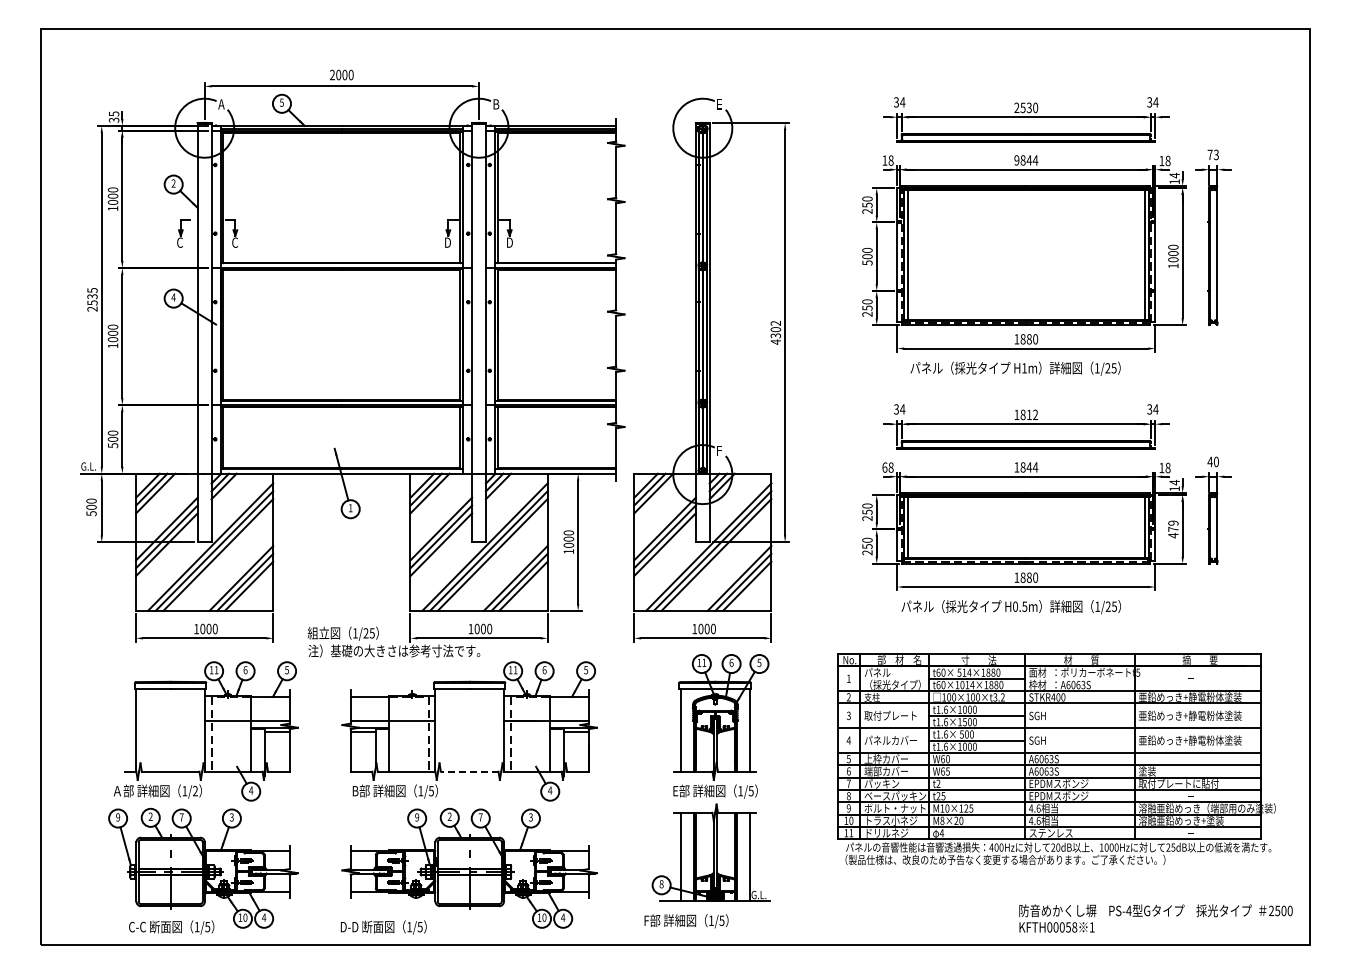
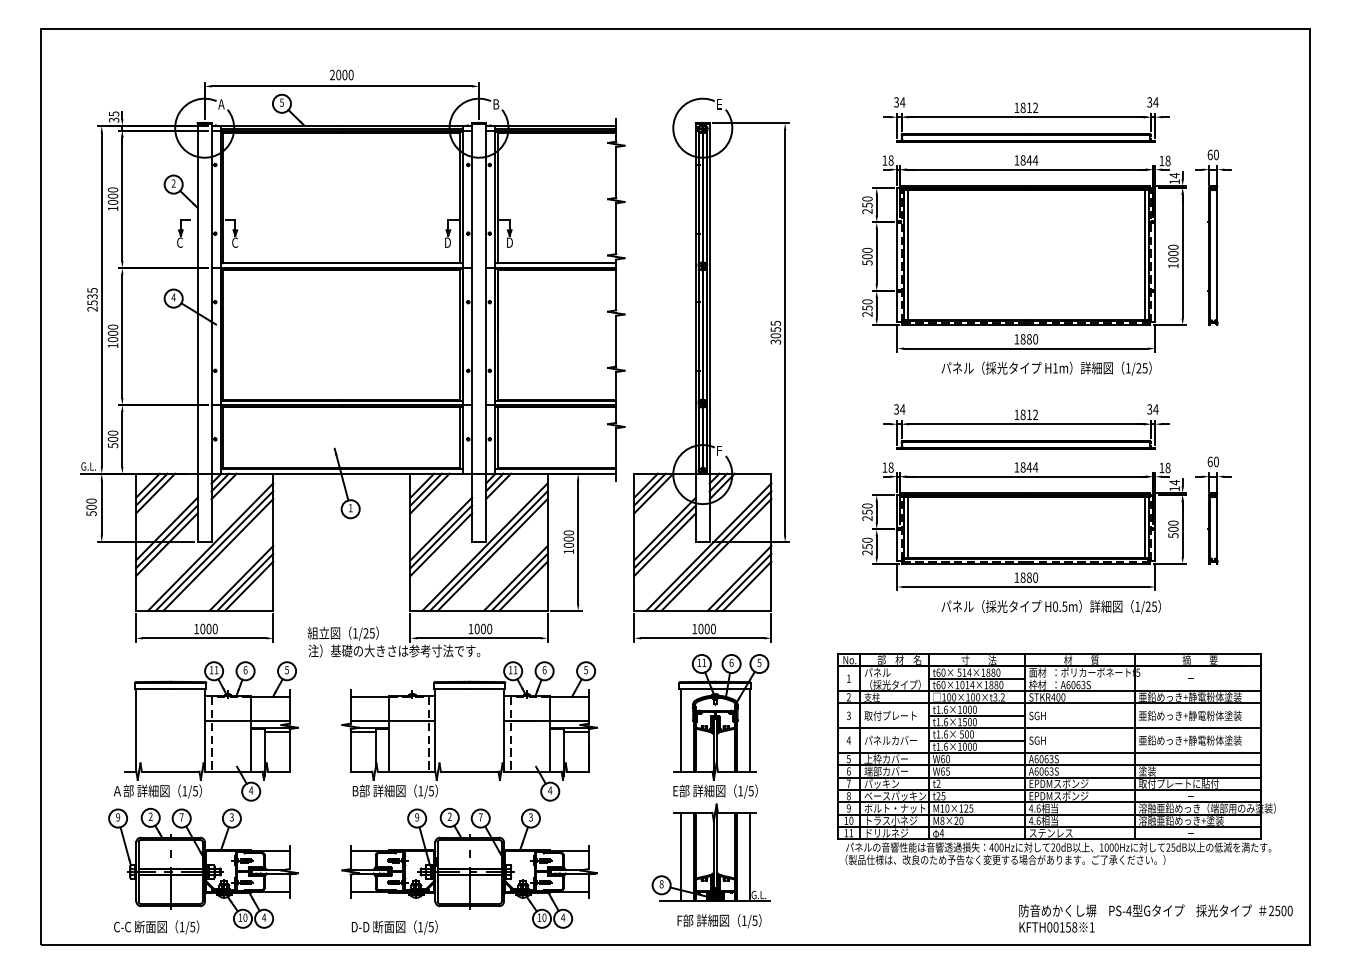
text at (1026, 107): 2530 -> 1812
text at (1212, 154): 73 -> 60
text at (1016, 160): 9844 -> 1844
text at (775, 332): 4302 -> 3055
text at (1015, 368) position: (1015, 368) -> (1046, 368)
text at (1209, 461): 40 -> 60
text at (884, 467): 68 -> 18
text at (1173, 529): 479 -> 500
text at (1010, 607) position: (1010, 607) -> (1050, 607)
line at (469, 771): dashed -> solid
text at (195, 790): 1/2 -> 1/5
text at (686, 921) position: (686, 921) -> (719, 921)
text at (171, 927) position: (171, 927) -> (156, 927)
text at (383, 927) position: (383, 927) -> (394, 927)
text at (1061, 927): KFTH00058 -> KFTH00158
